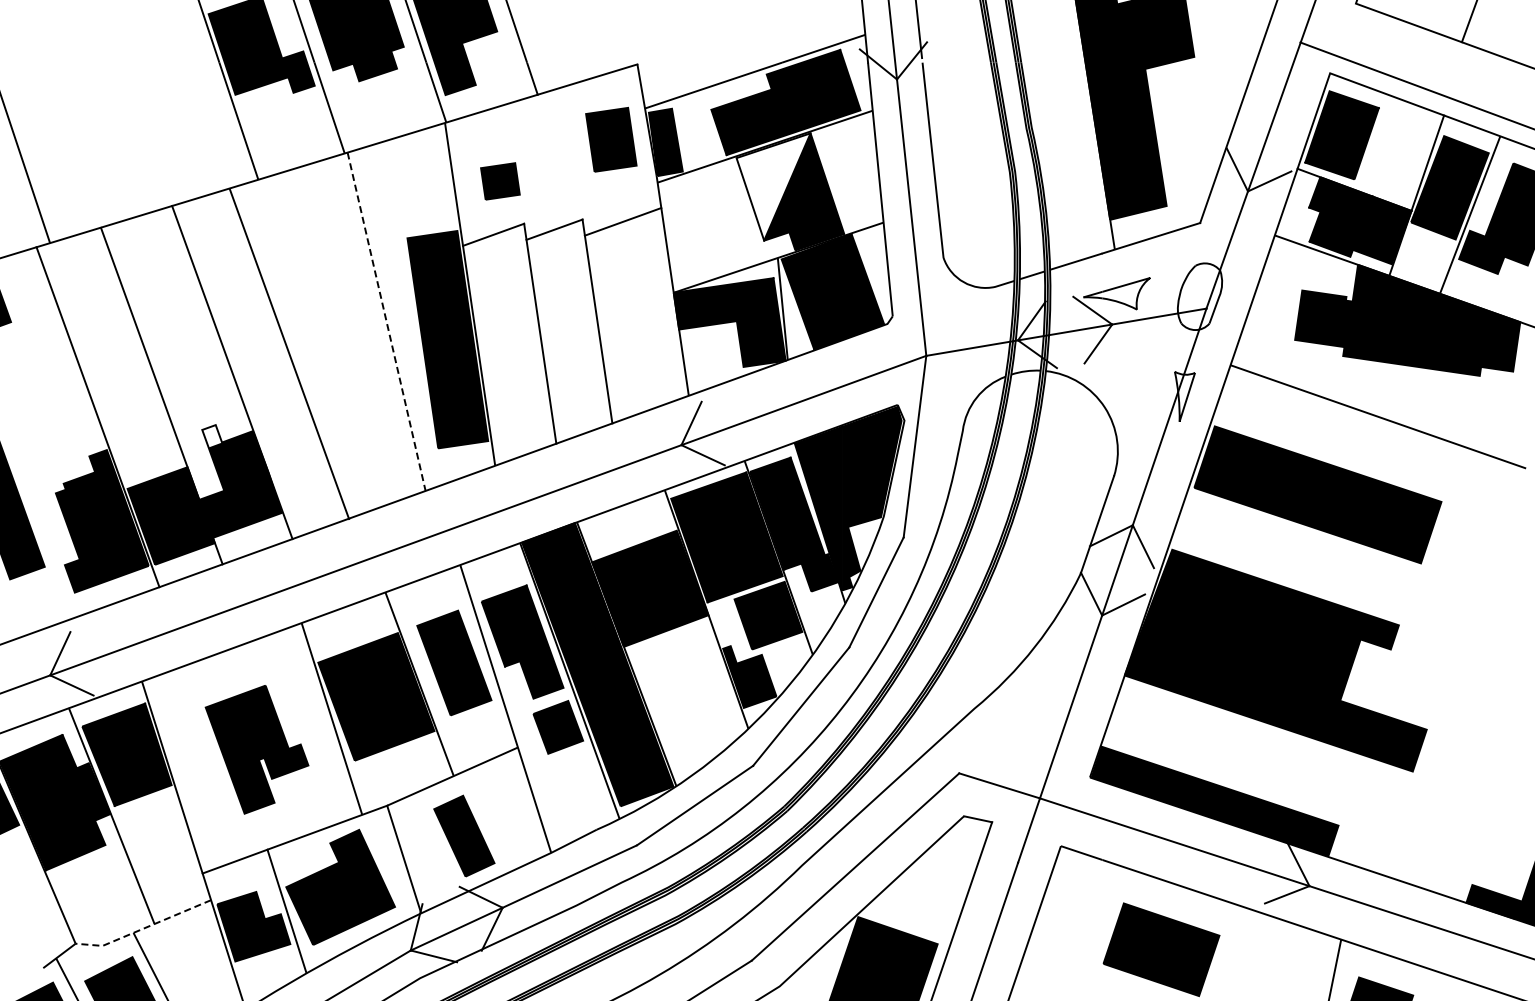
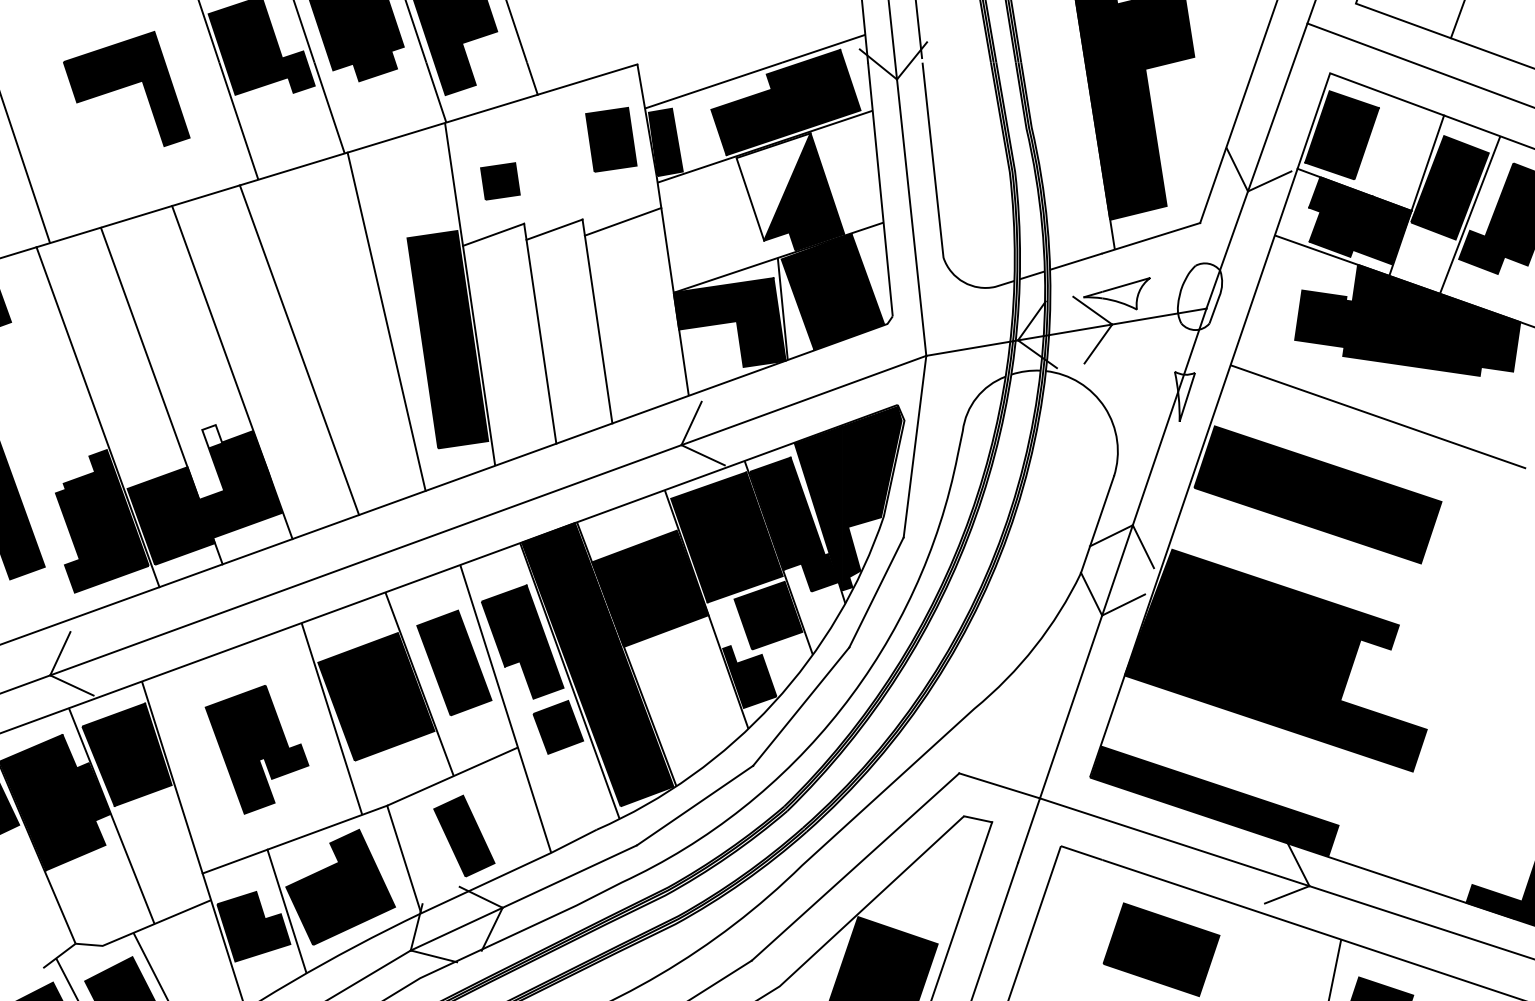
line at (1468, 22) position: (1468, 22) -> (1456, 20)
line at (1415, 85) position: (1415, 85) -> (1419, 64)
part at (126, 88): none -> present
line at (386, 321): dashed -> solid
line at (289, 354) position: (289, 354) -> (299, 350)
line at (143, 928): dashed -> solid
